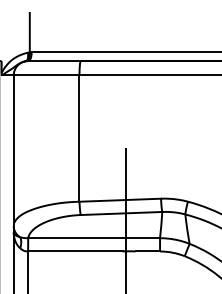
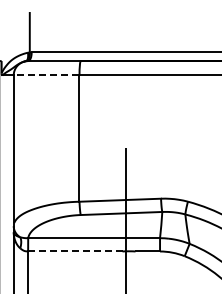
line at (46, 75): solid -> dashed
line at (74, 251): solid -> dashed
